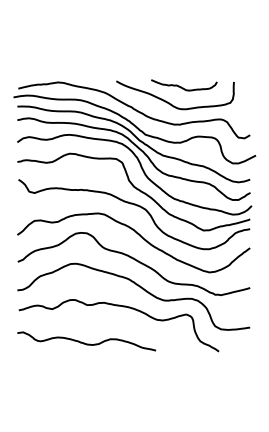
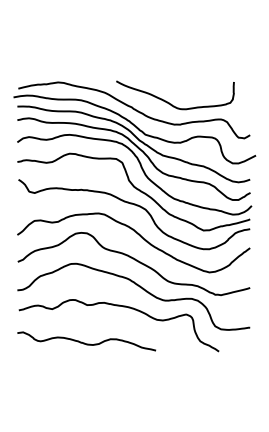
curve at (183, 87): present -> none
